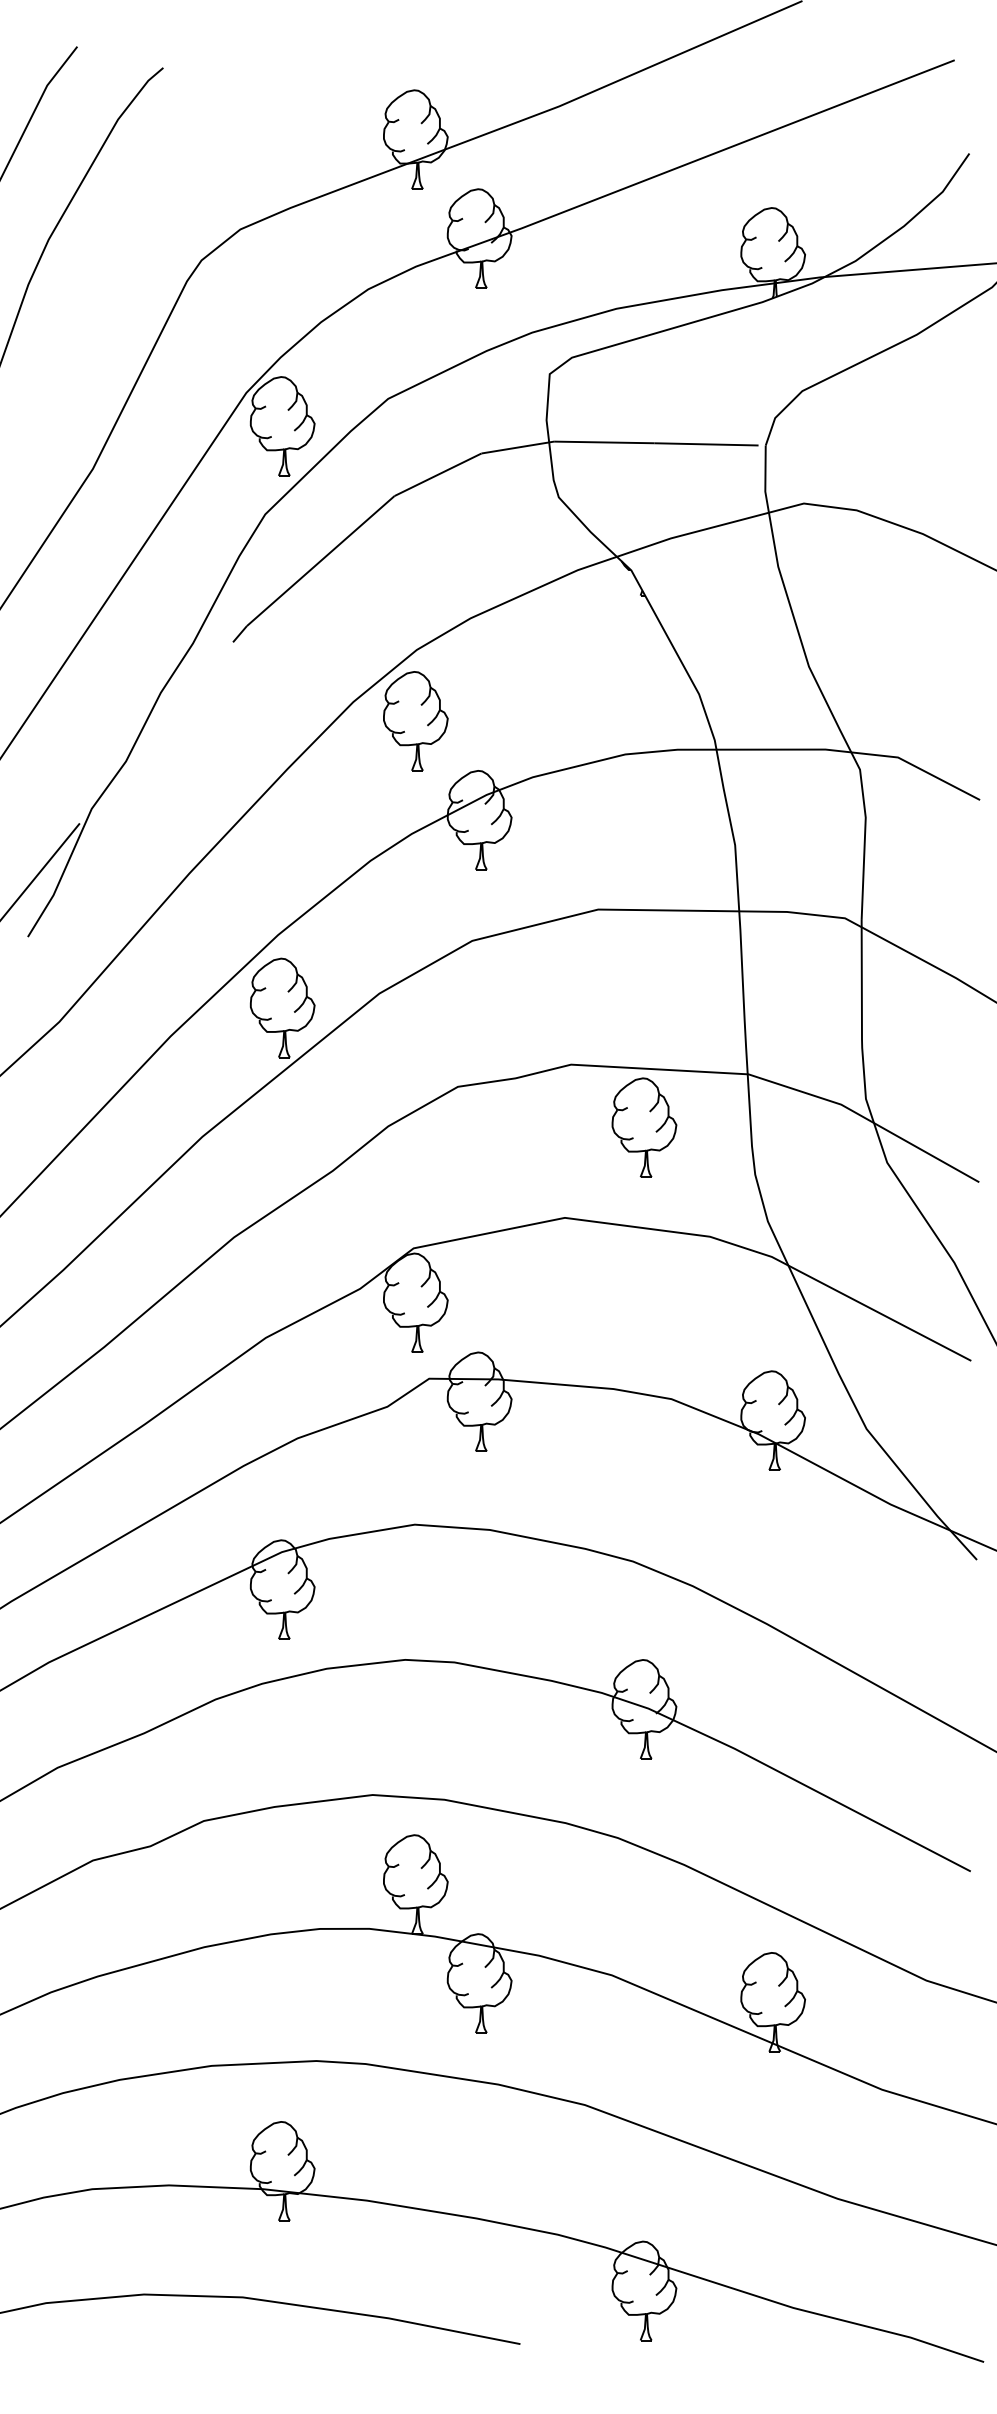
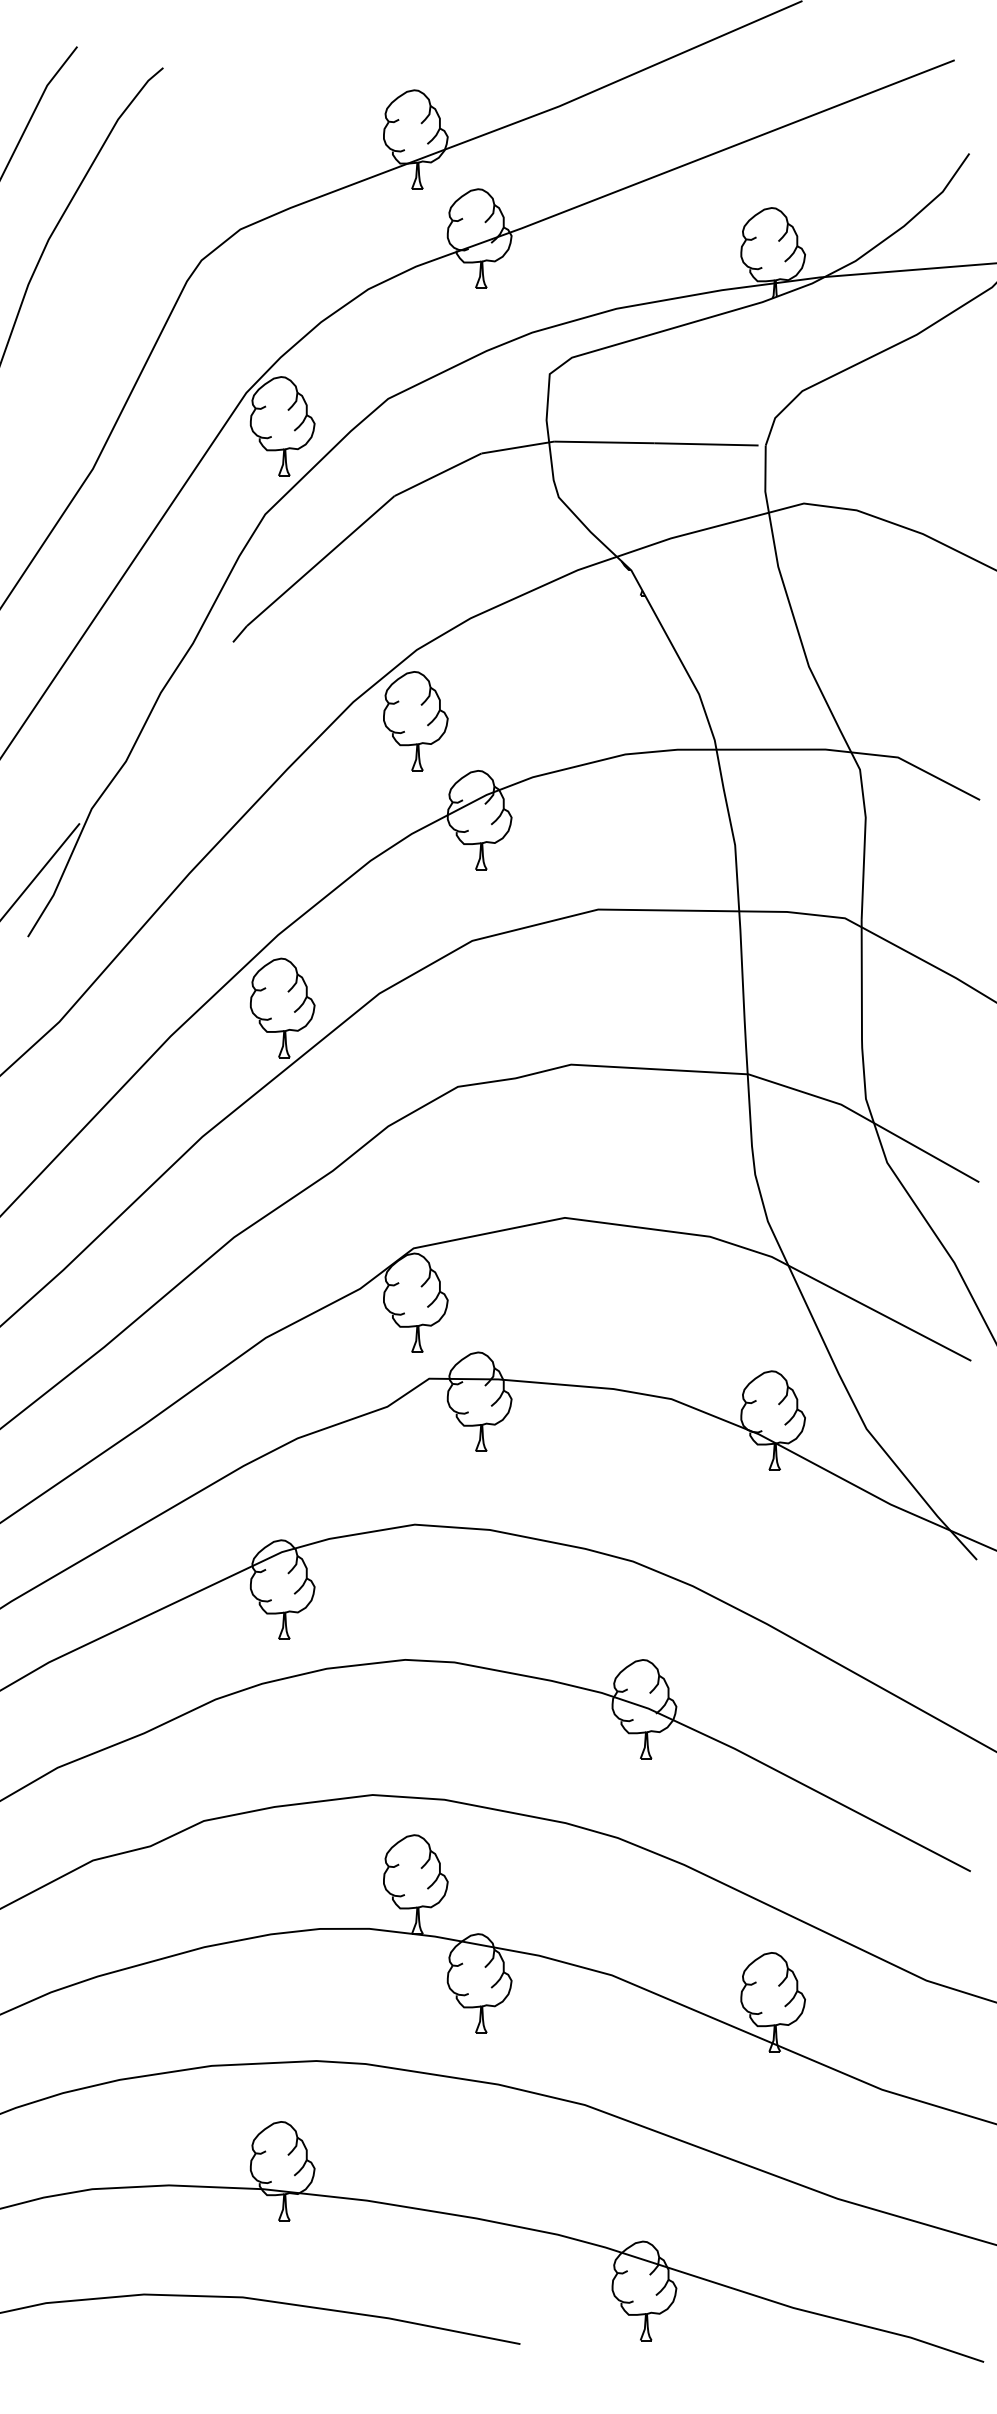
part at (644, 1127): present -> none
